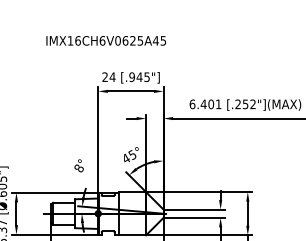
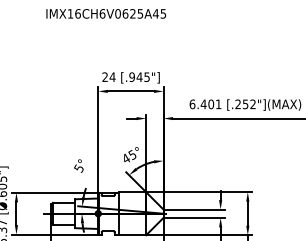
text at (106, 40) position: (106, 40) -> (106, 13)
text at (78, 168): 8° -> 5°
